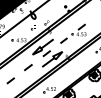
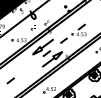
line at (28, 67): present -> none
